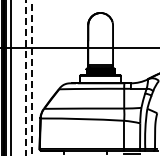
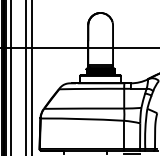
line at (26, 77): dashed -> solid
line at (32, 77): dashed -> solid
